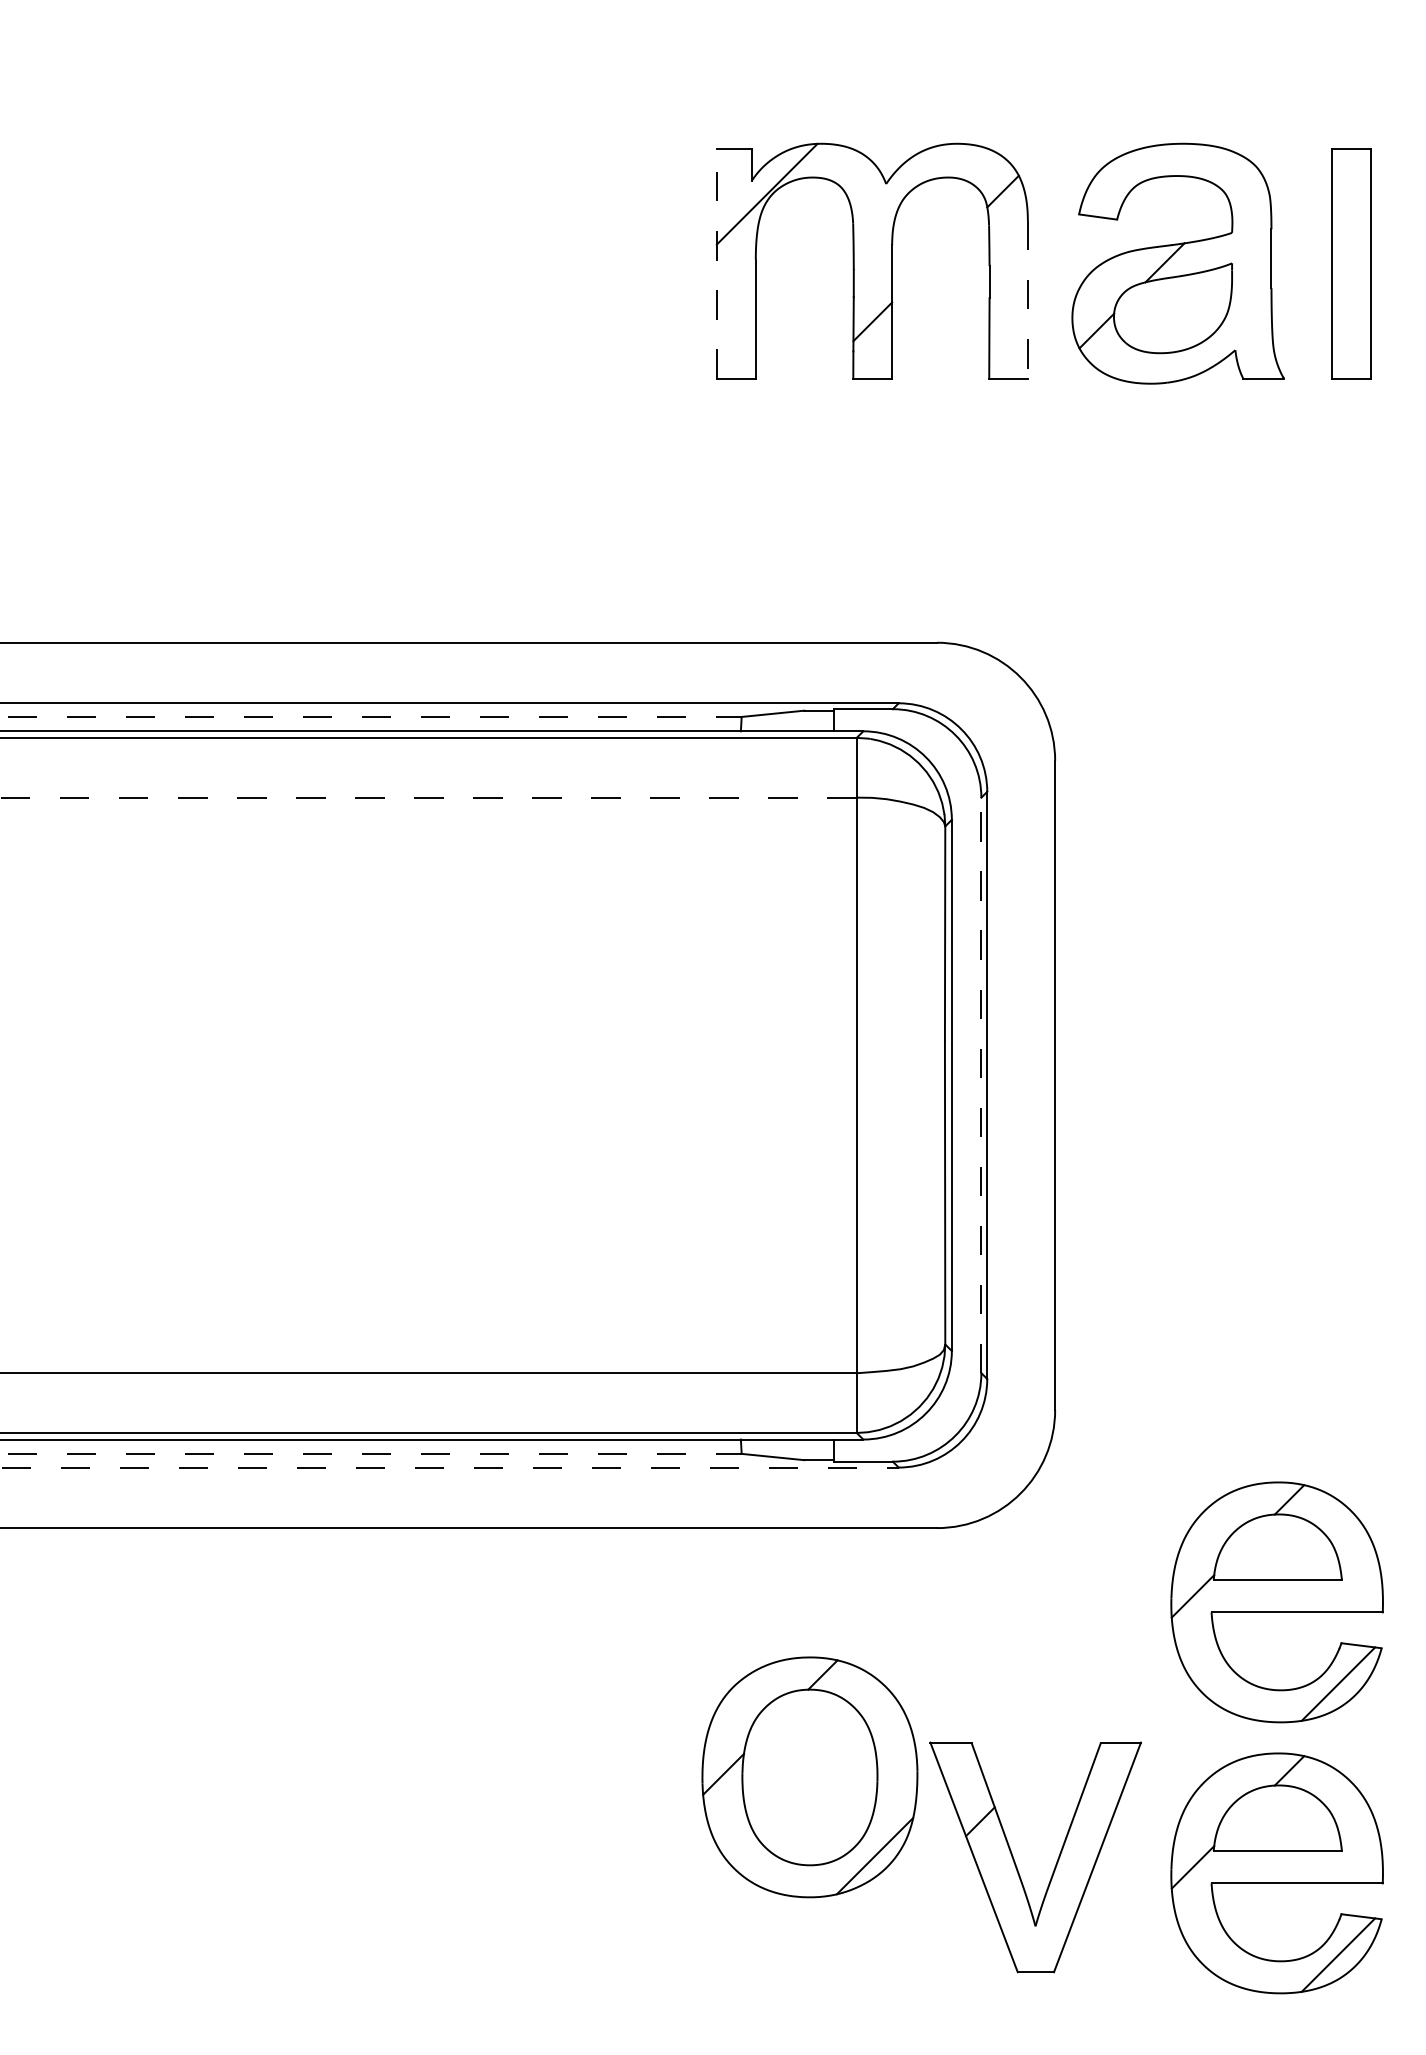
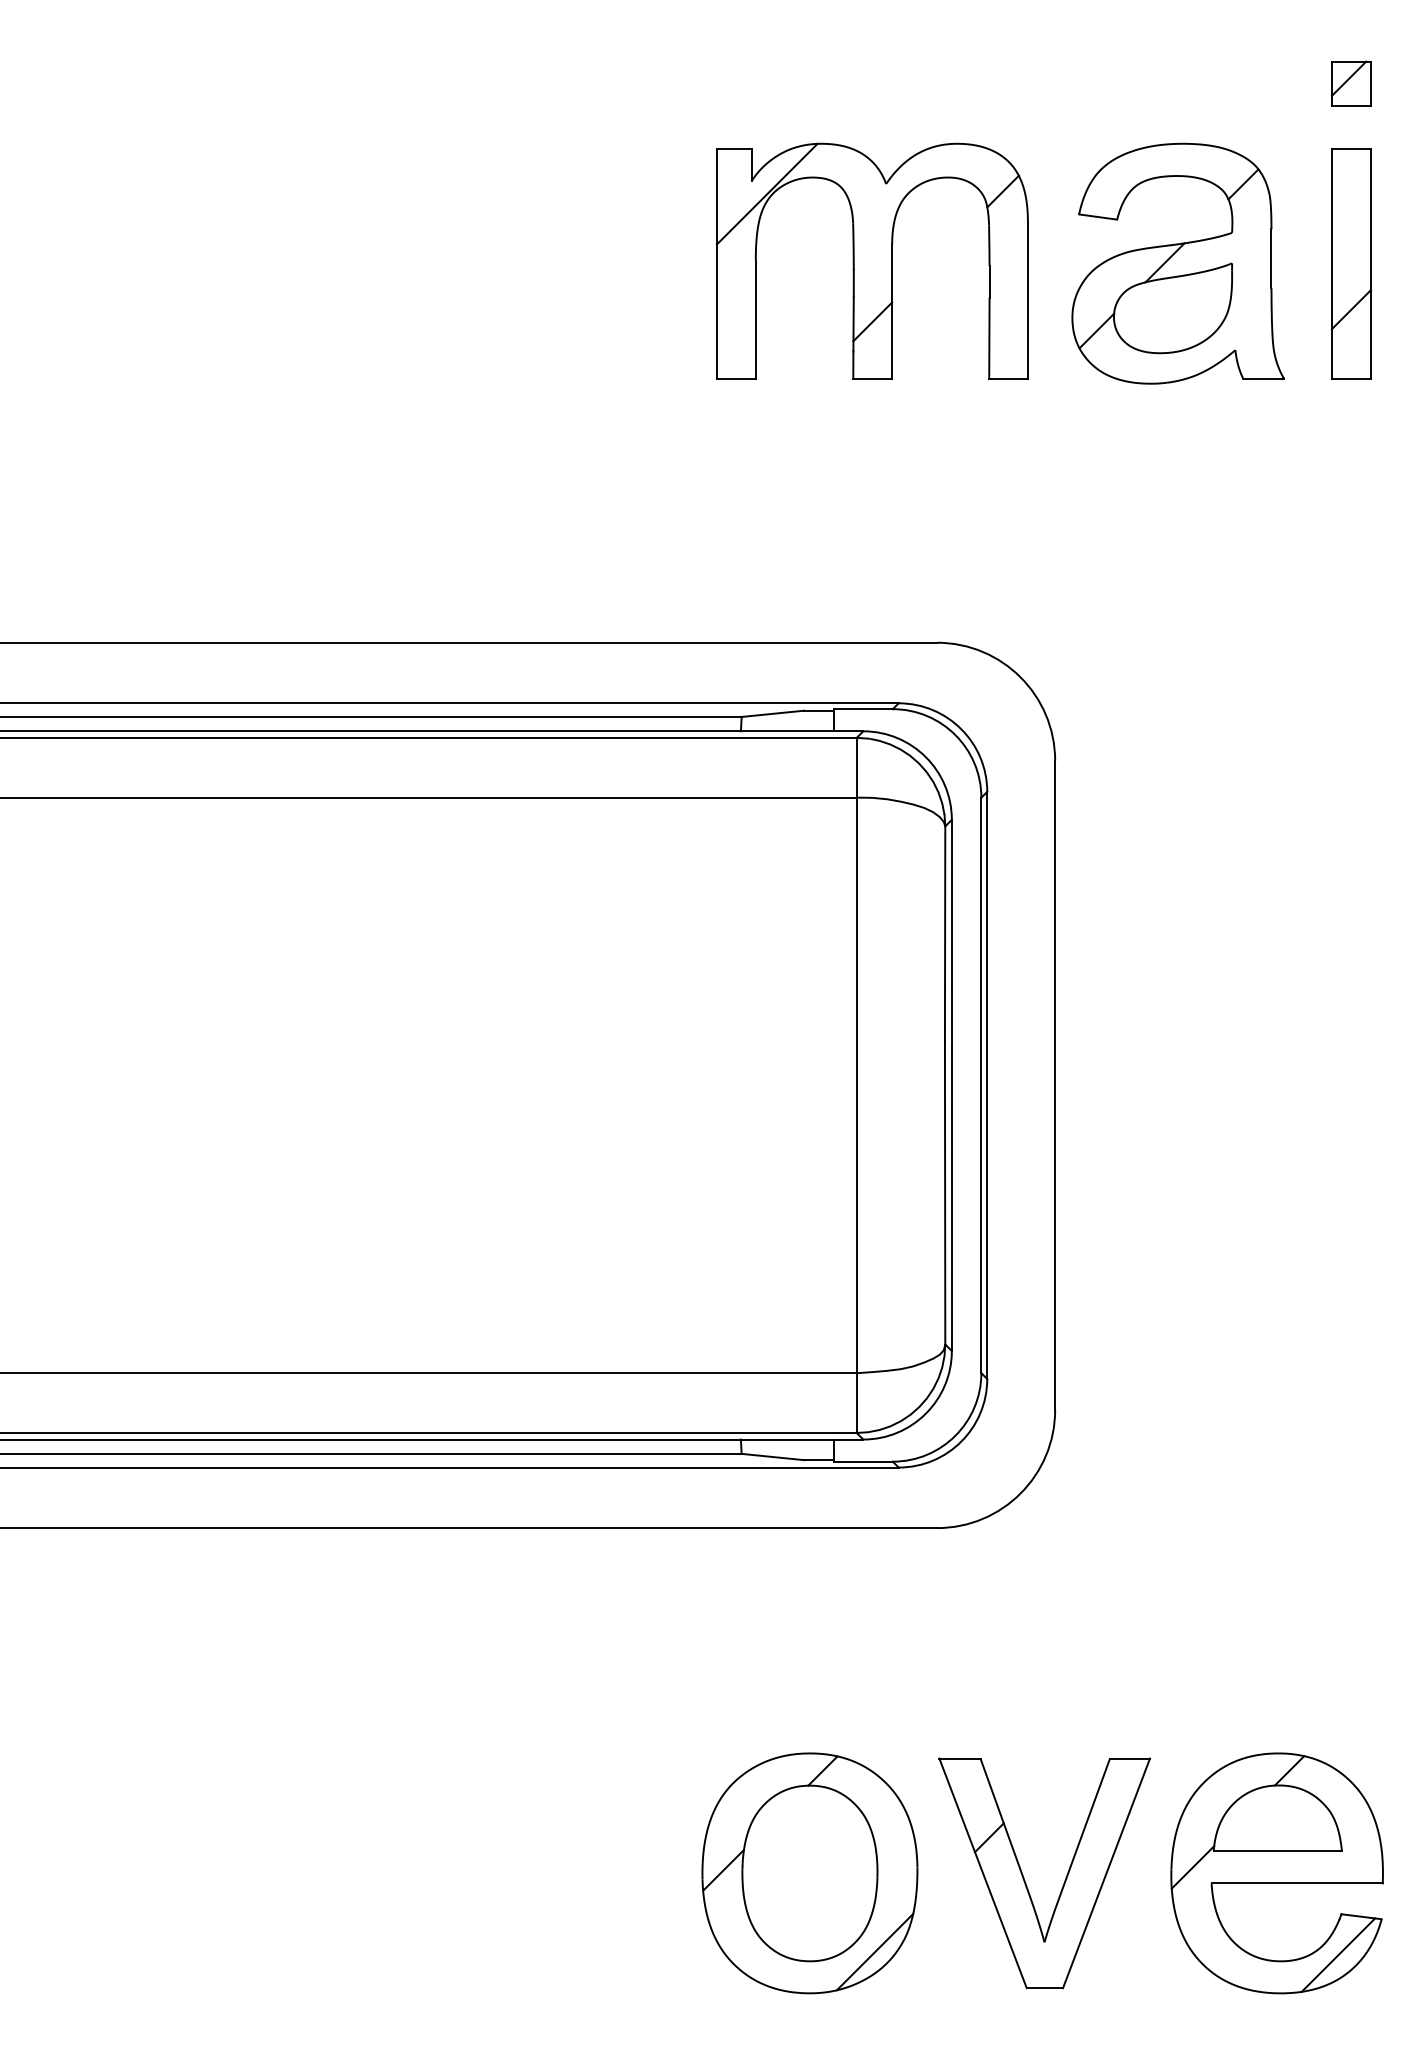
part at (1351, 83): none -> present
line at (1243, 184): none -> present
line at (716, 263): dashed -> solid
line at (1027, 299): dashed -> solid
line at (1350, 309): none -> present
line at (371, 716): dashed -> solid
line at (428, 797): dashed -> solid
line at (981, 1085): dashed -> solid
line at (371, 1453): dashed -> solid
line at (449, 1467): dashed -> solid
part at (1276, 1602): present -> none
part at (809, 1777) position: (809, 1777) -> (809, 1873)
part at (1016, 1864) position: (1016, 1864) -> (1025, 1880)
